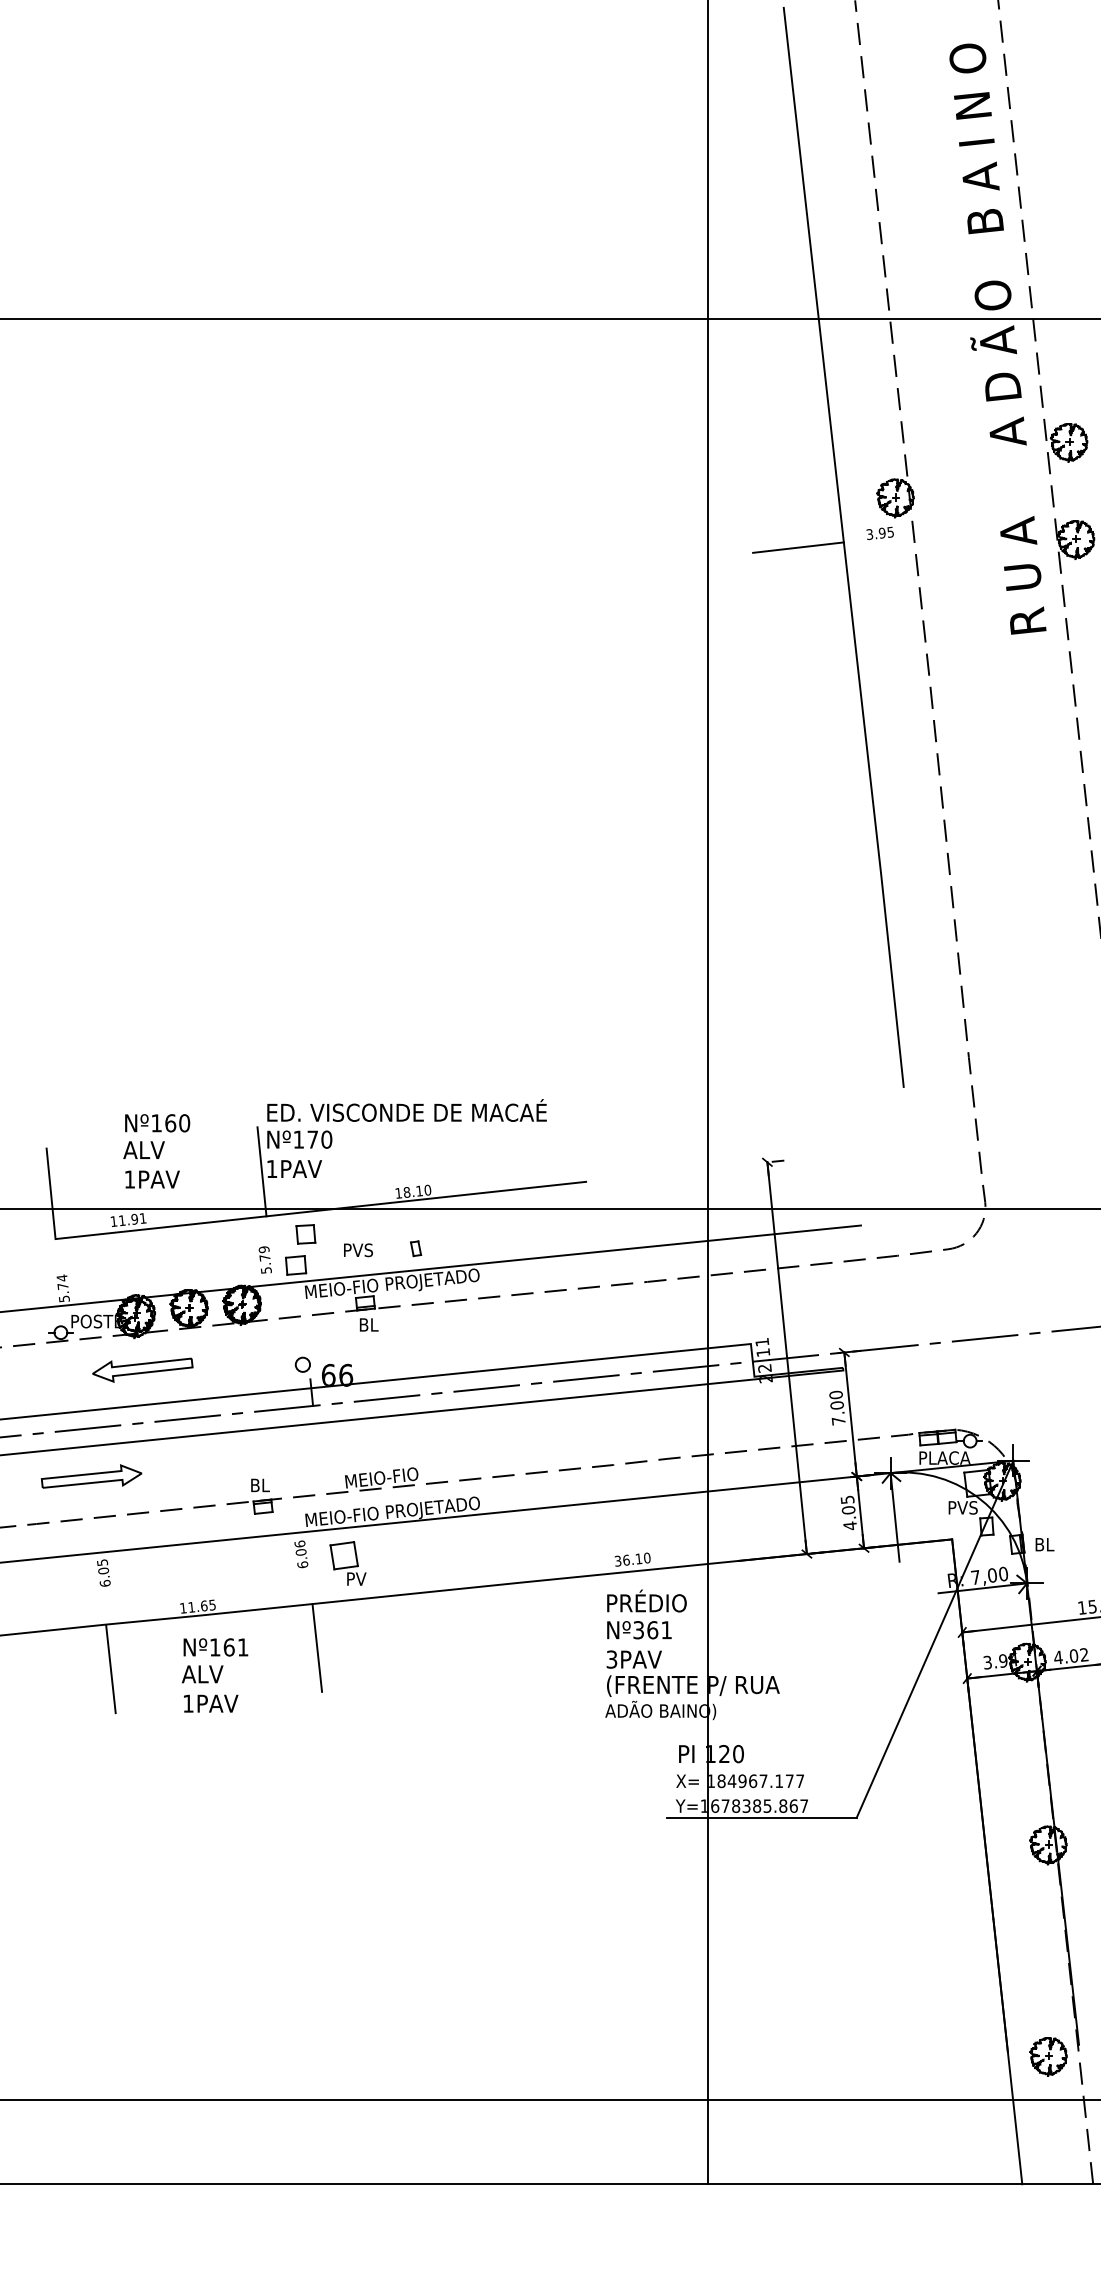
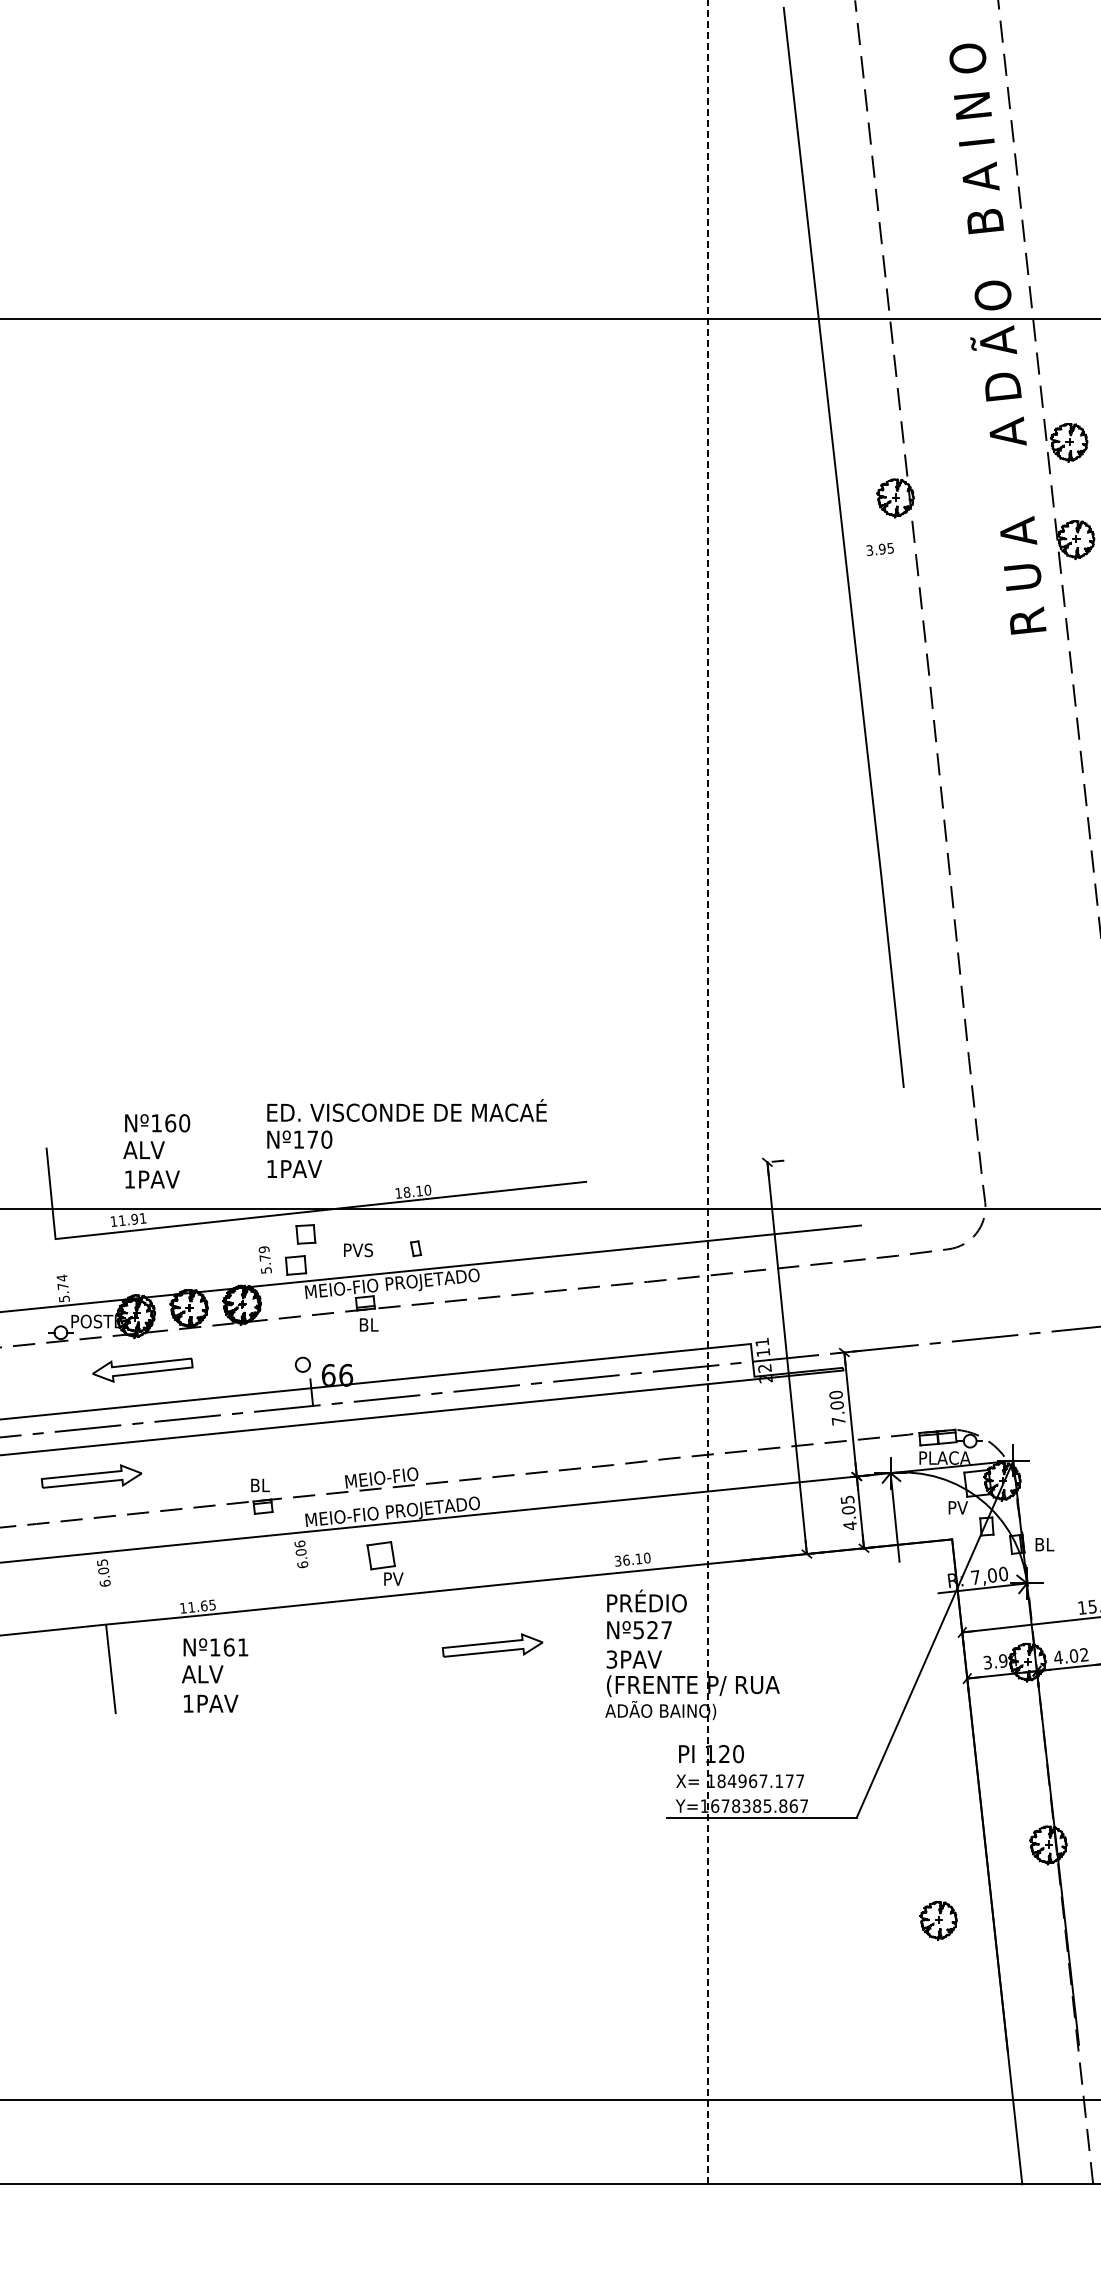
text at (879, 532) position: (879, 532) -> (879, 548)
line at (798, 547): present -> none
line at (707, 1092): solid -> dashed
line at (261, 1171): present -> none
text at (973, 1507): PVS -> PV
part at (347, 1563) position: (347, 1563) -> (384, 1563)
text at (652, 1630): Nº361 -> Nº527
part at (492, 1645): none -> present
line at (317, 1647): present -> none
part at (1048, 2056) position: (1048, 2056) -> (938, 1920)
